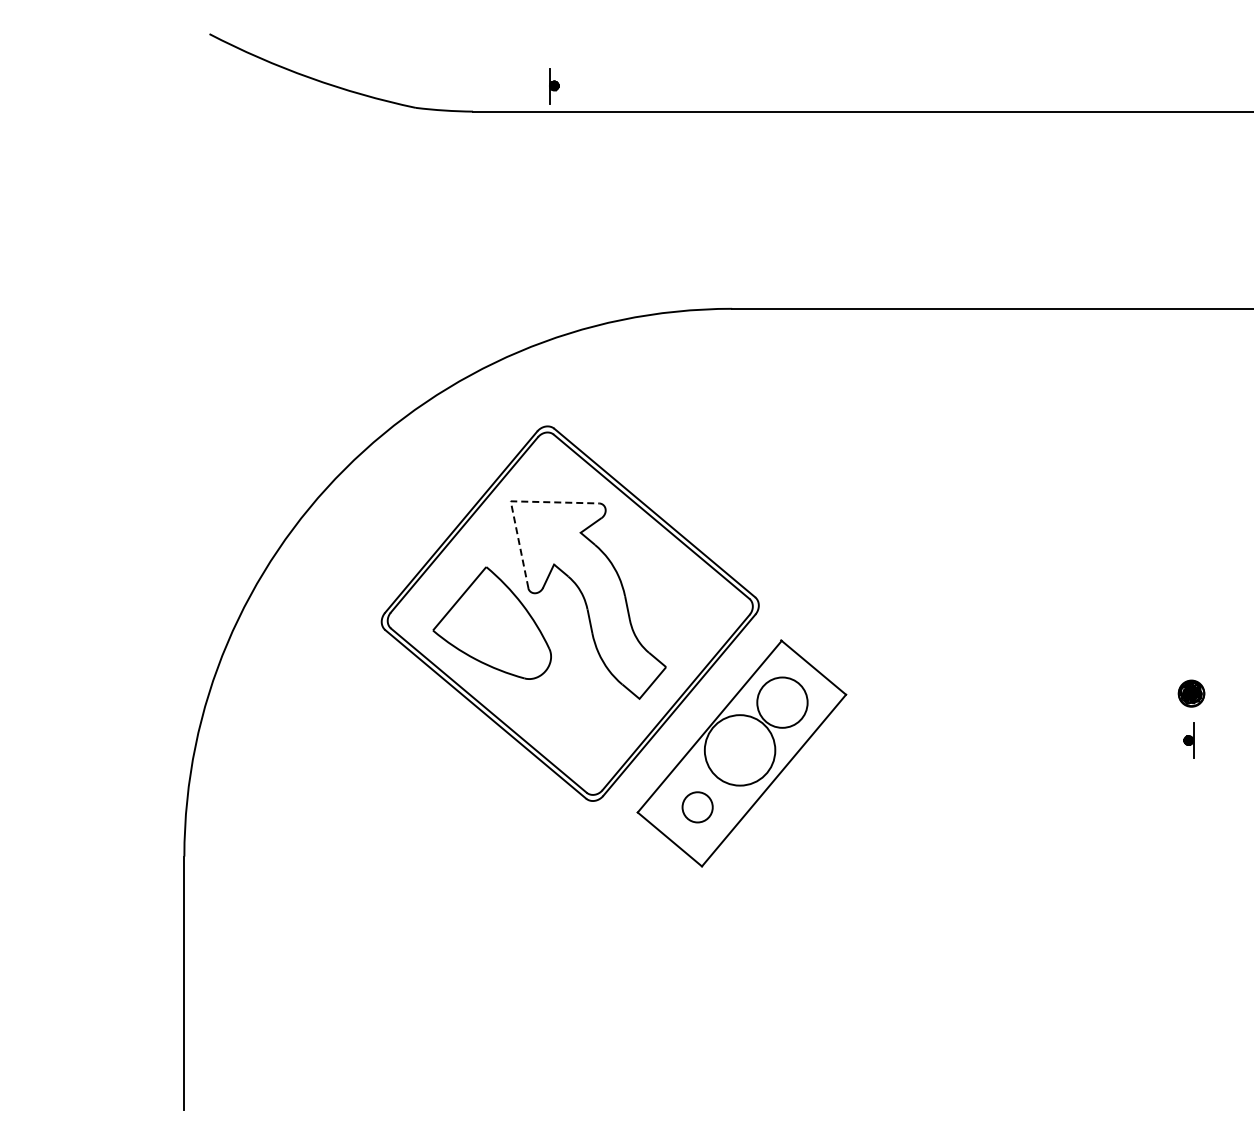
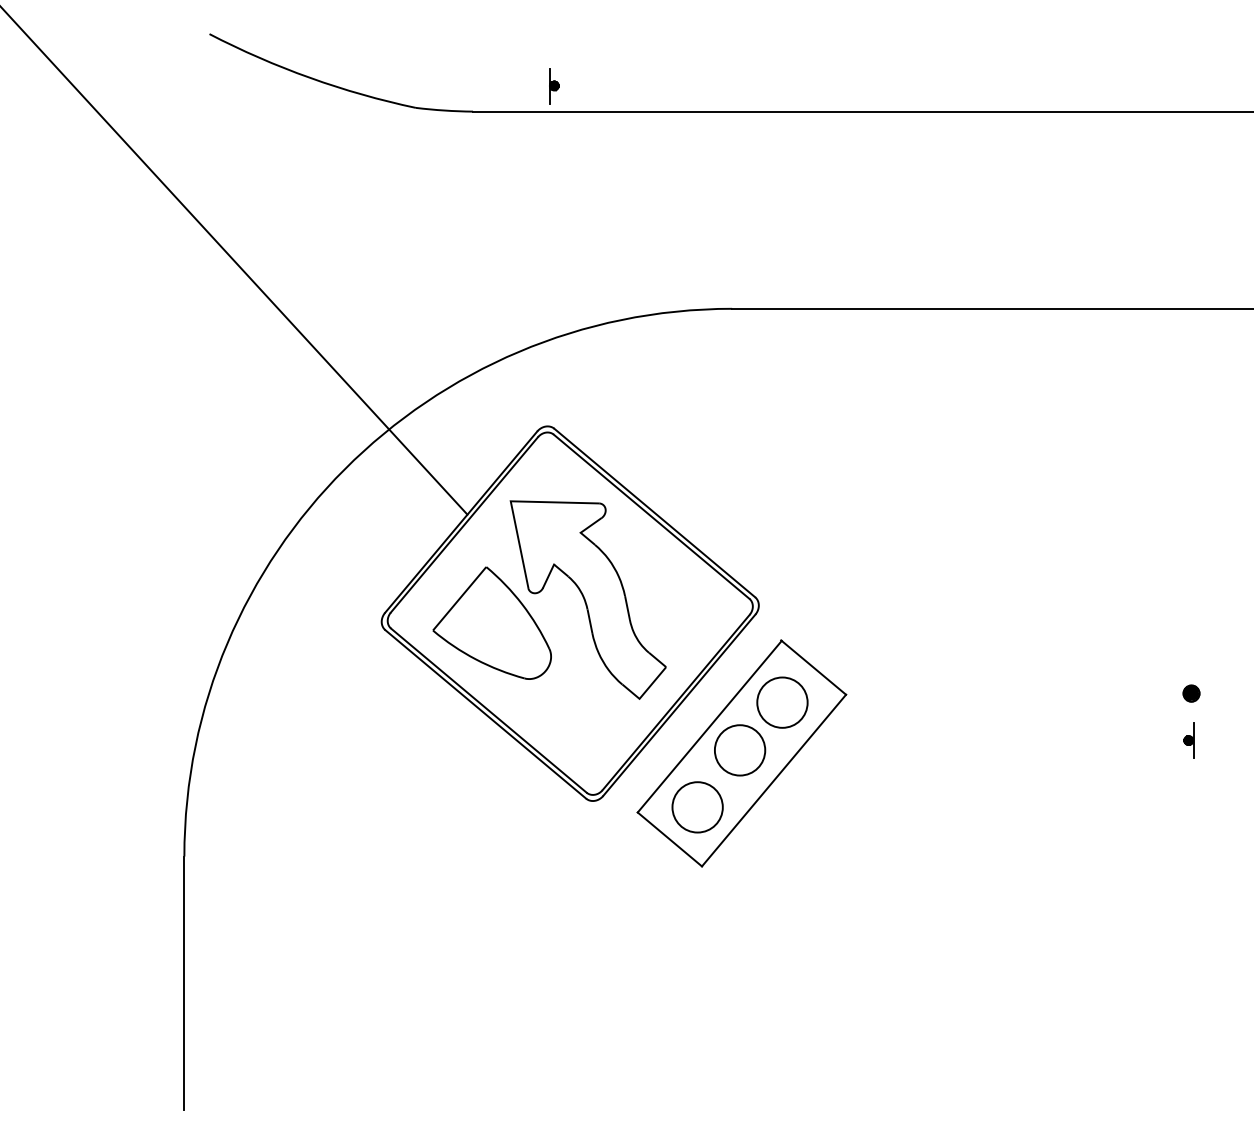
line at (234, 261): none -> present
line at (510, 501): dashed -> solid
part at (1191, 693) size: 29x29 px -> 19x19 px
circle at (739, 750) diameter: 70 px -> 50 px
circle at (697, 807) diameter: 30 px -> 50 px
